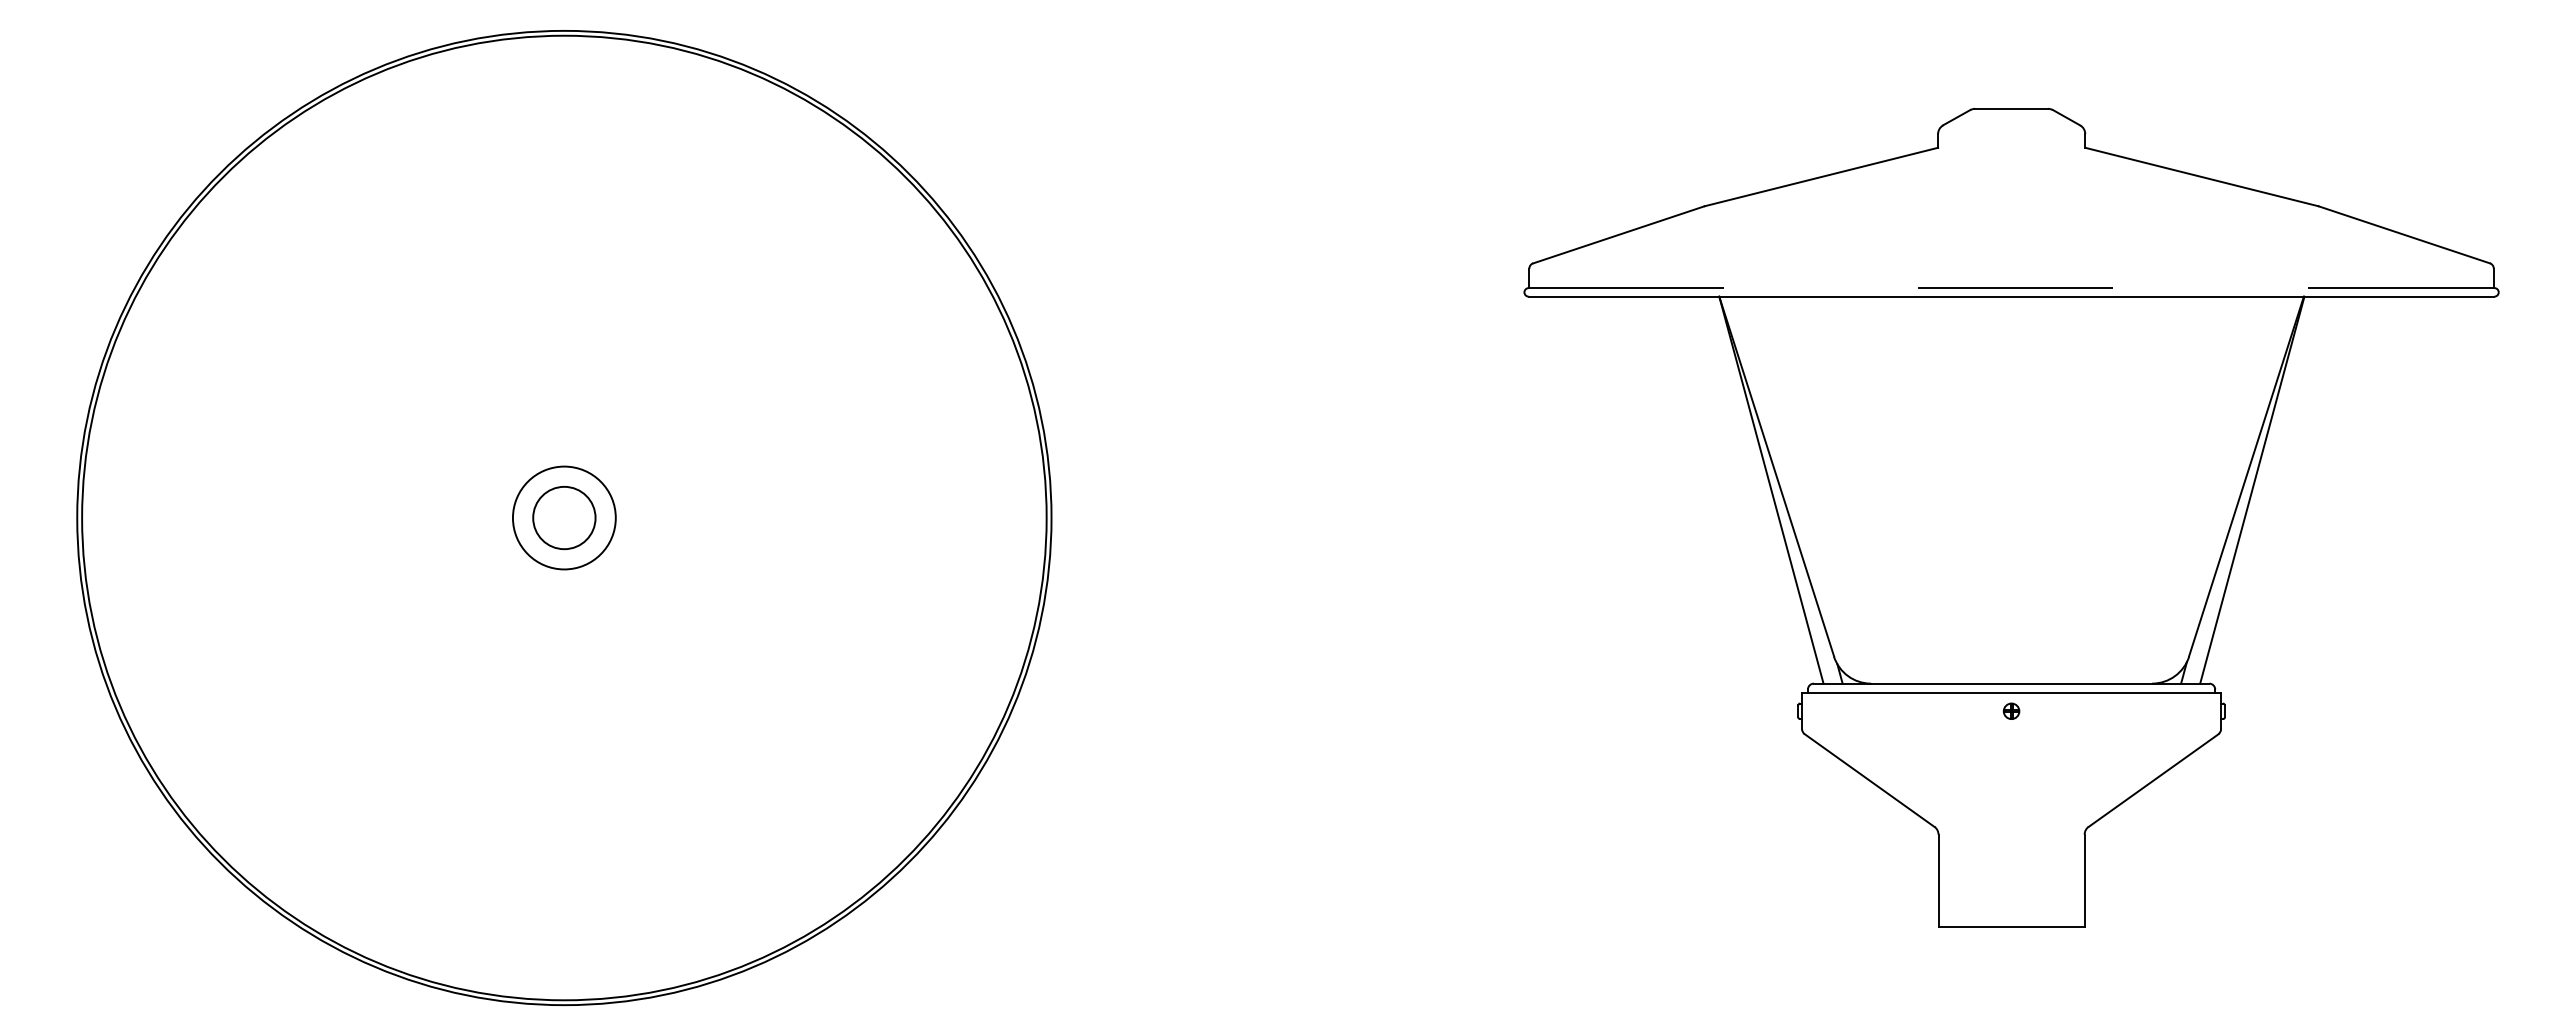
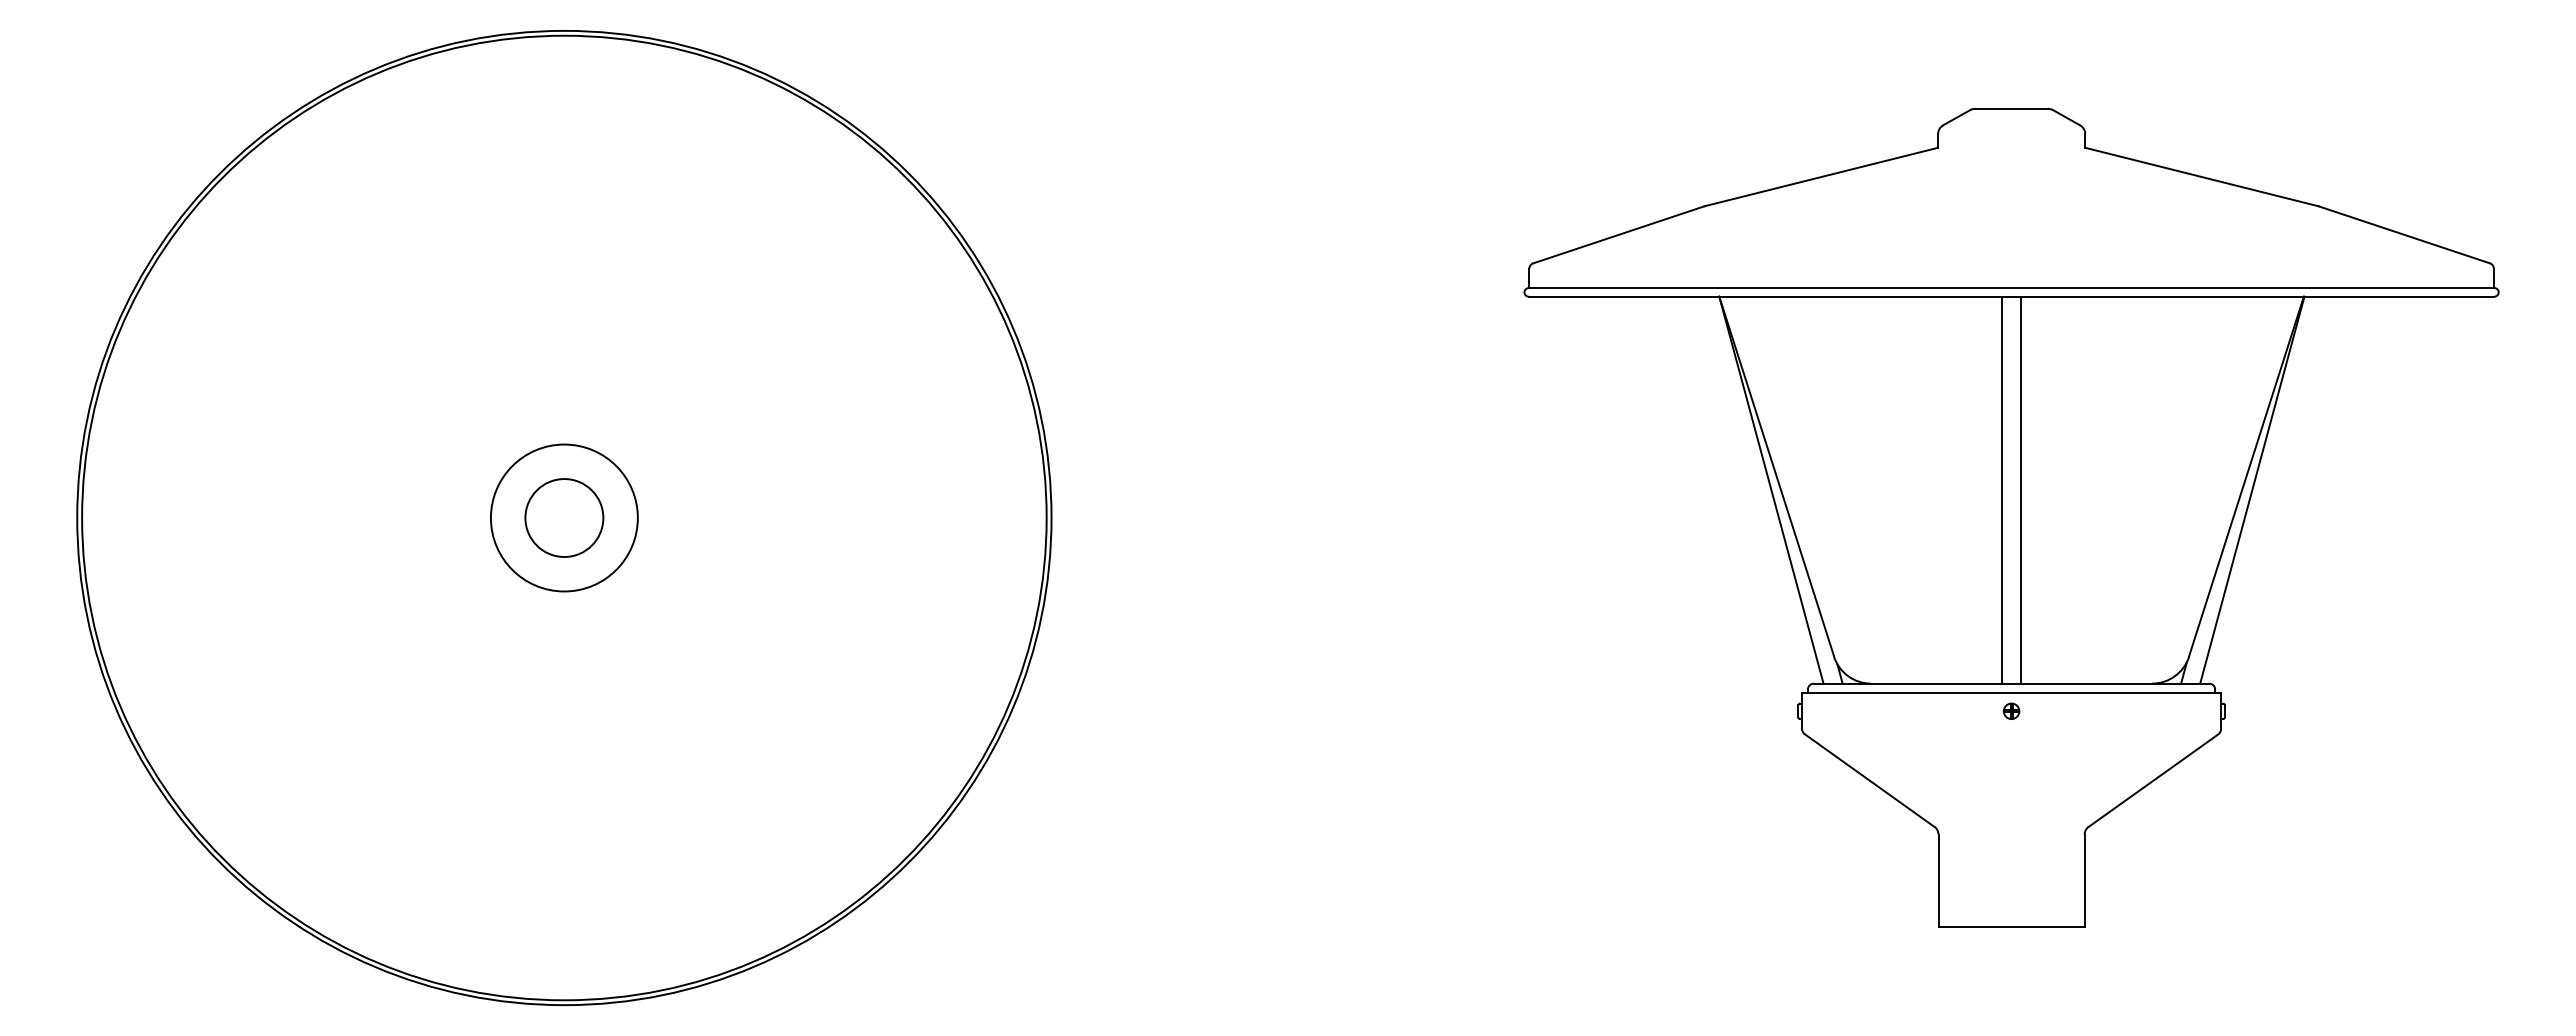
line at (2011, 288): dashed -> solid
line at (2002, 489): none -> present
line at (2020, 489): none -> present
circle at (563, 517) diameter: 103 px -> 147 px
circle at (564, 517) diameter: 62 px -> 78 px
